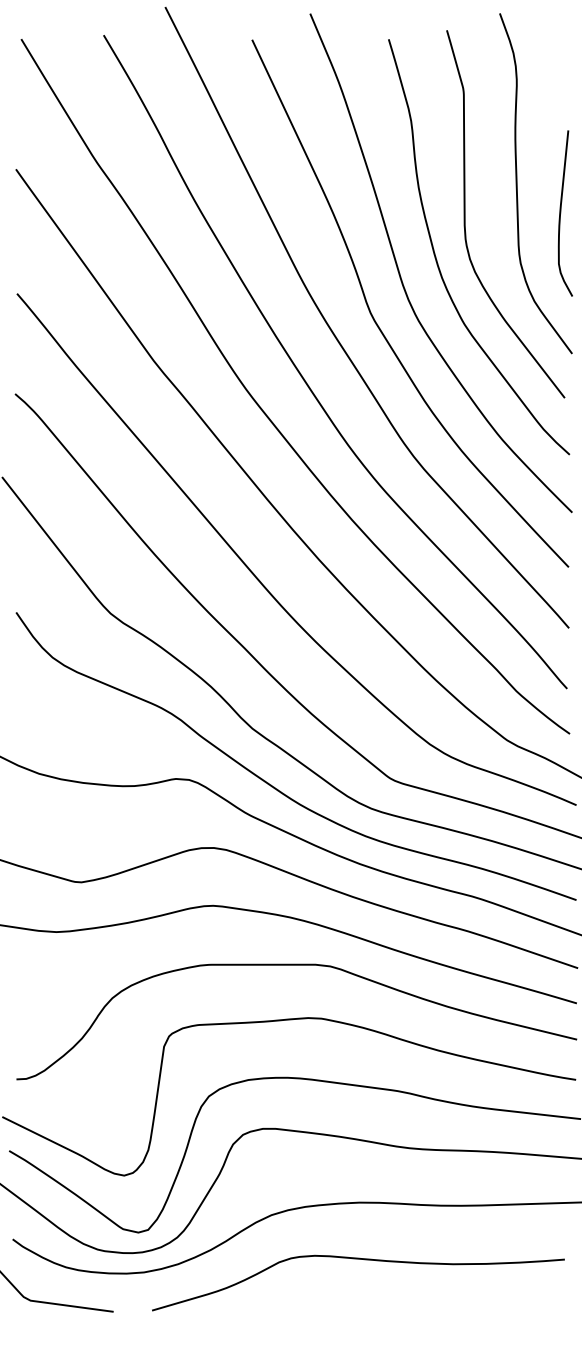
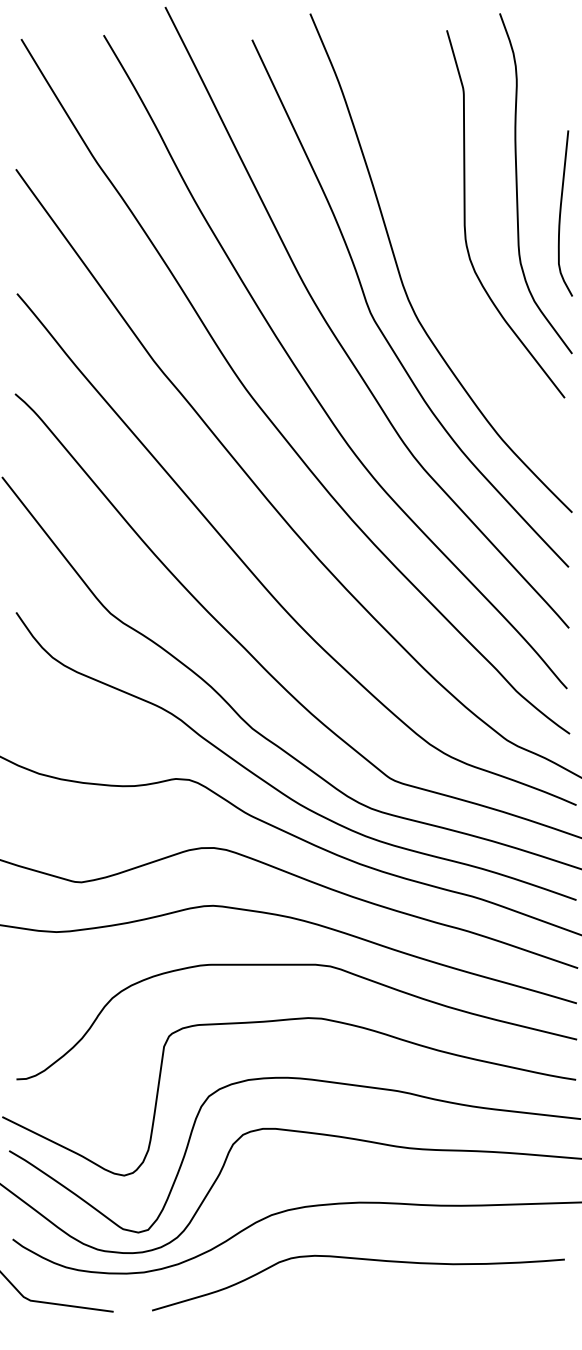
curve at (436, 256): present -> none
